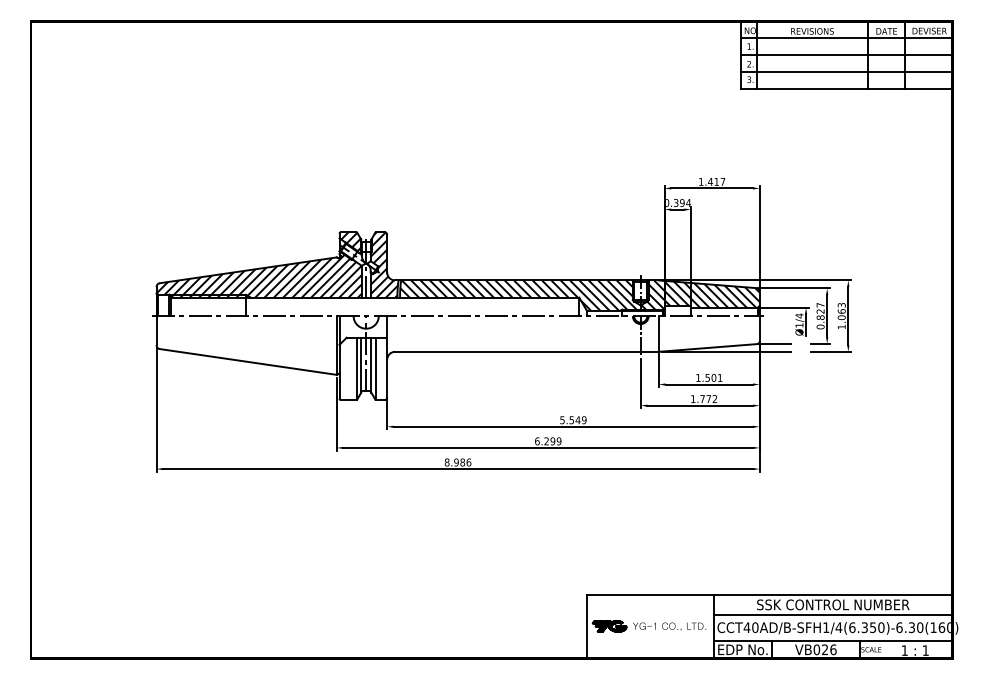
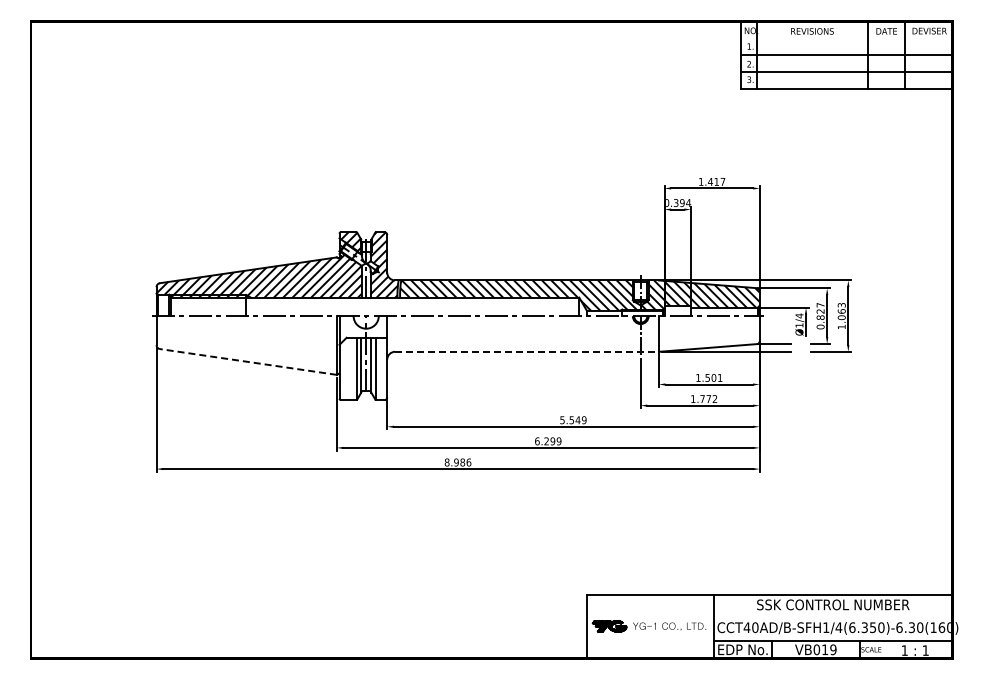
line at (846, 38): present -> none
line at (527, 351): solid -> dashed
line at (247, 361): solid -> dashed
line at (832, 614): present -> none
text at (829, 649): VB026 -> VB019
